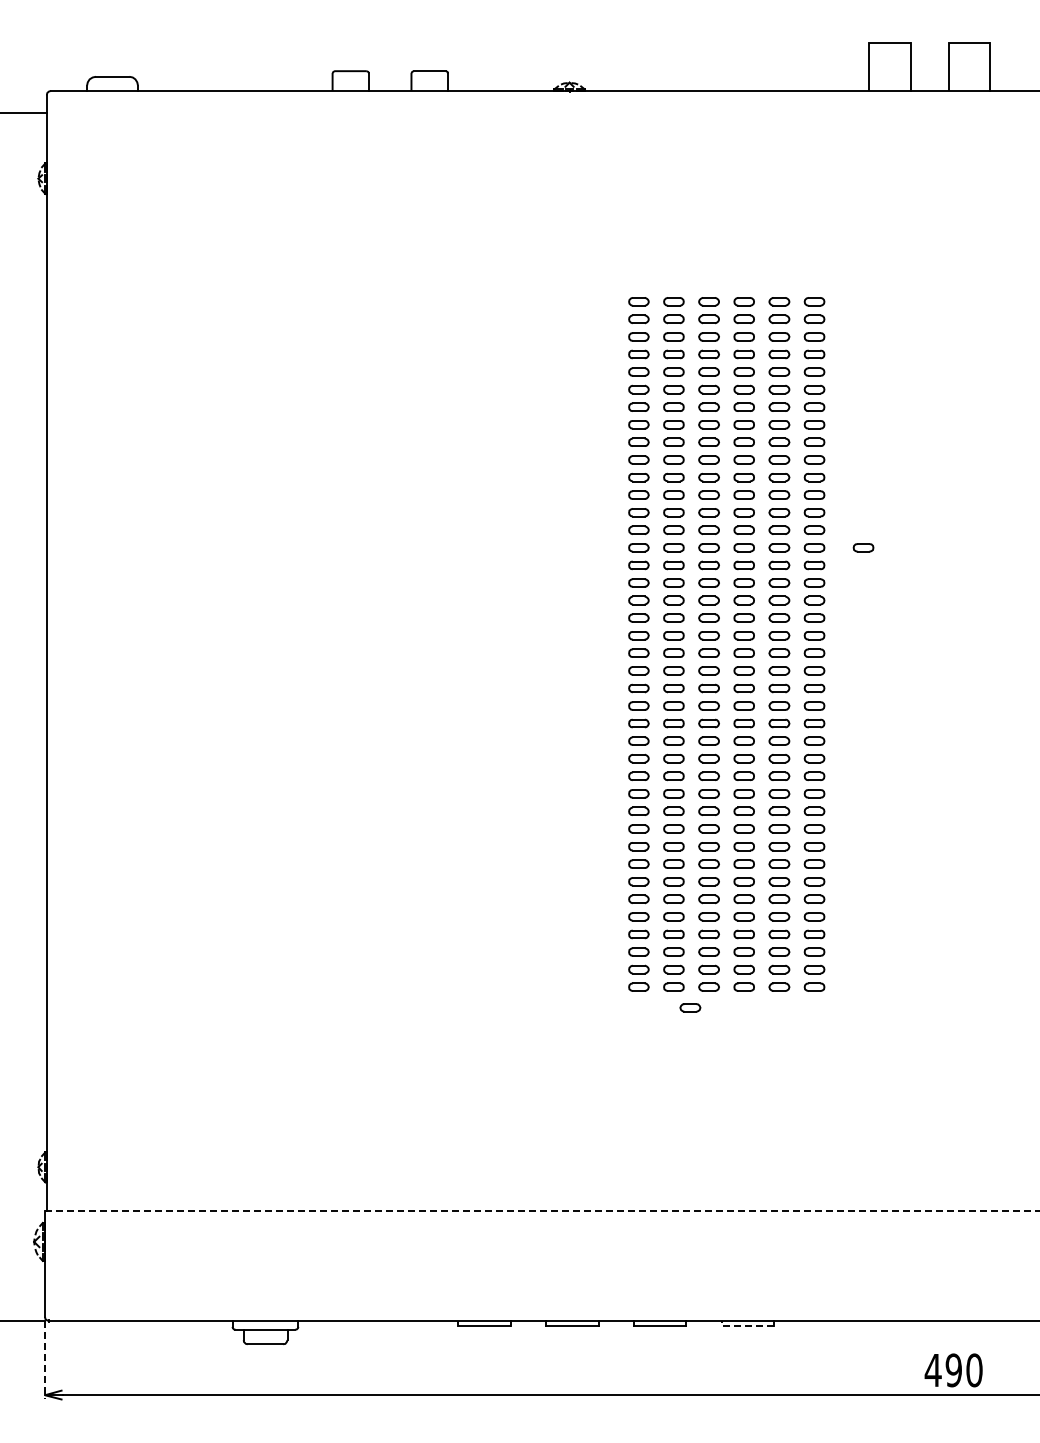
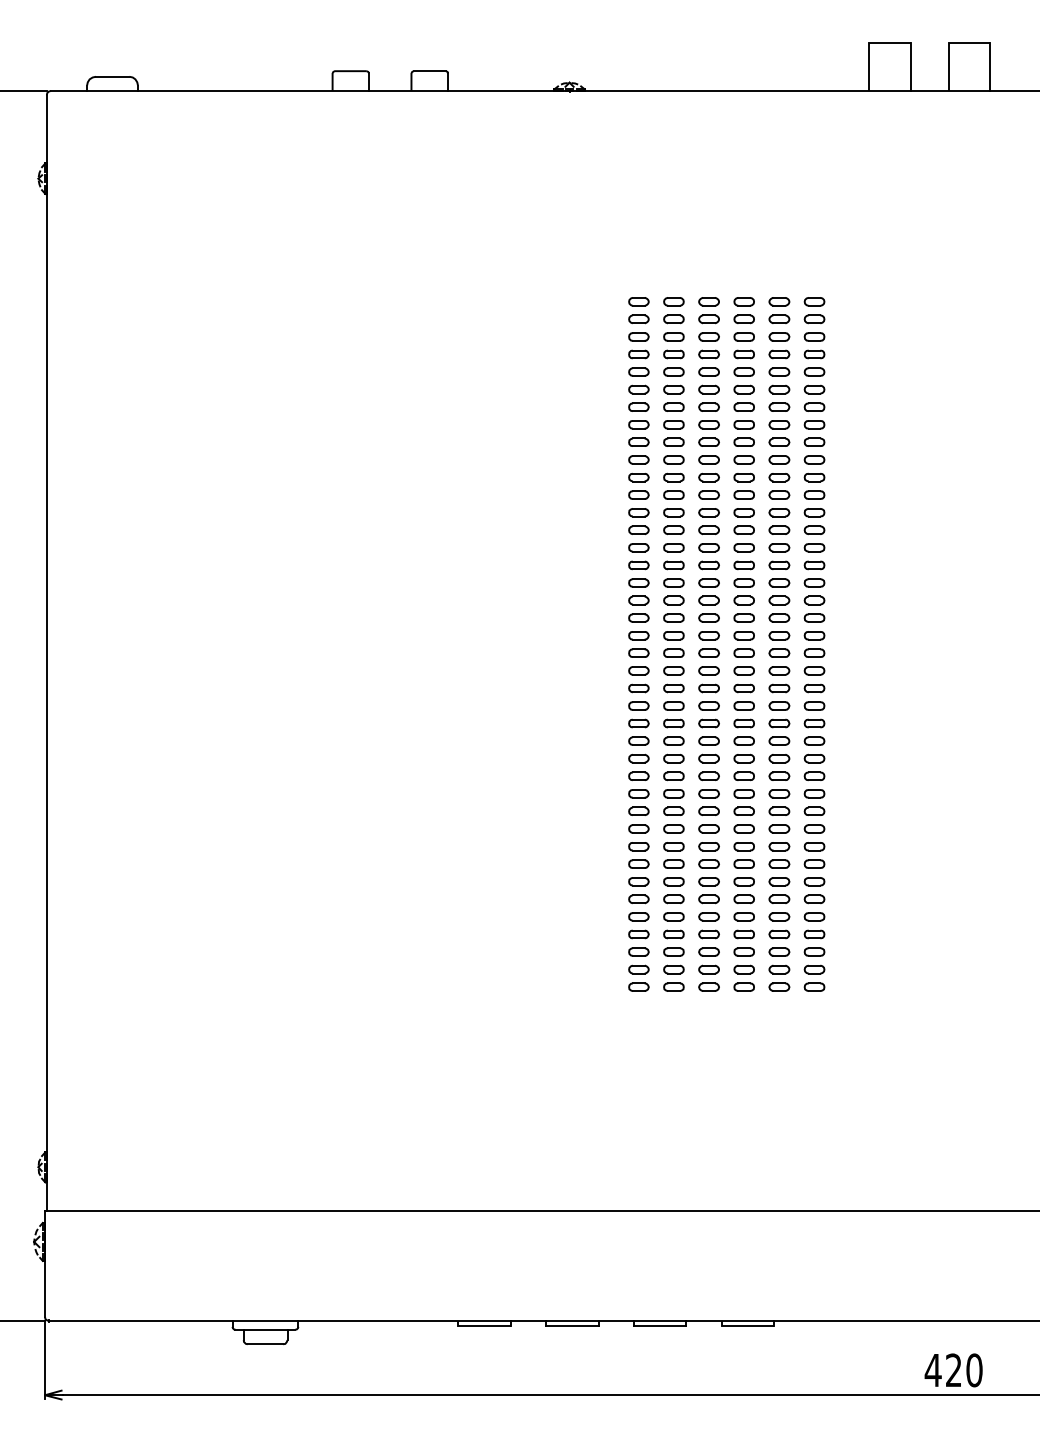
line at (24, 112) position: (24, 112) -> (24, 90)
part at (863, 547): present -> none
part at (690, 1007): present -> none
line at (542, 1211): dashed -> solid
line at (744, 1325): dashed -> solid
line at (45, 1360): dashed -> solid
text at (953, 1370): 490 -> 420
